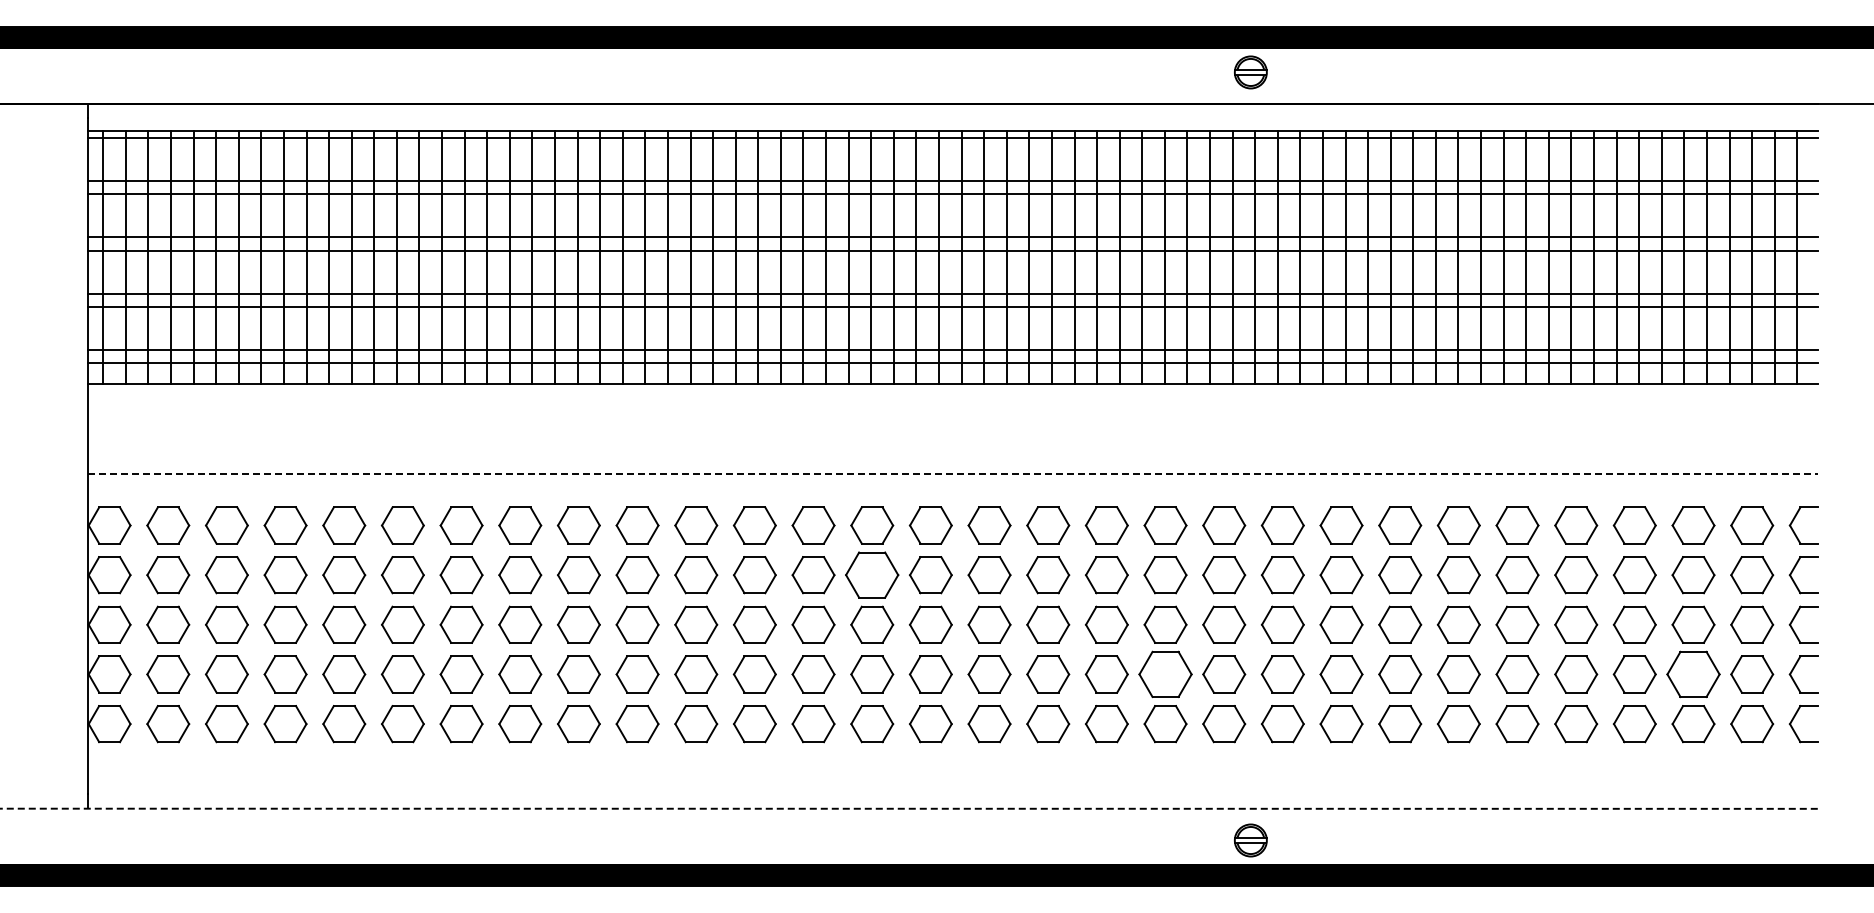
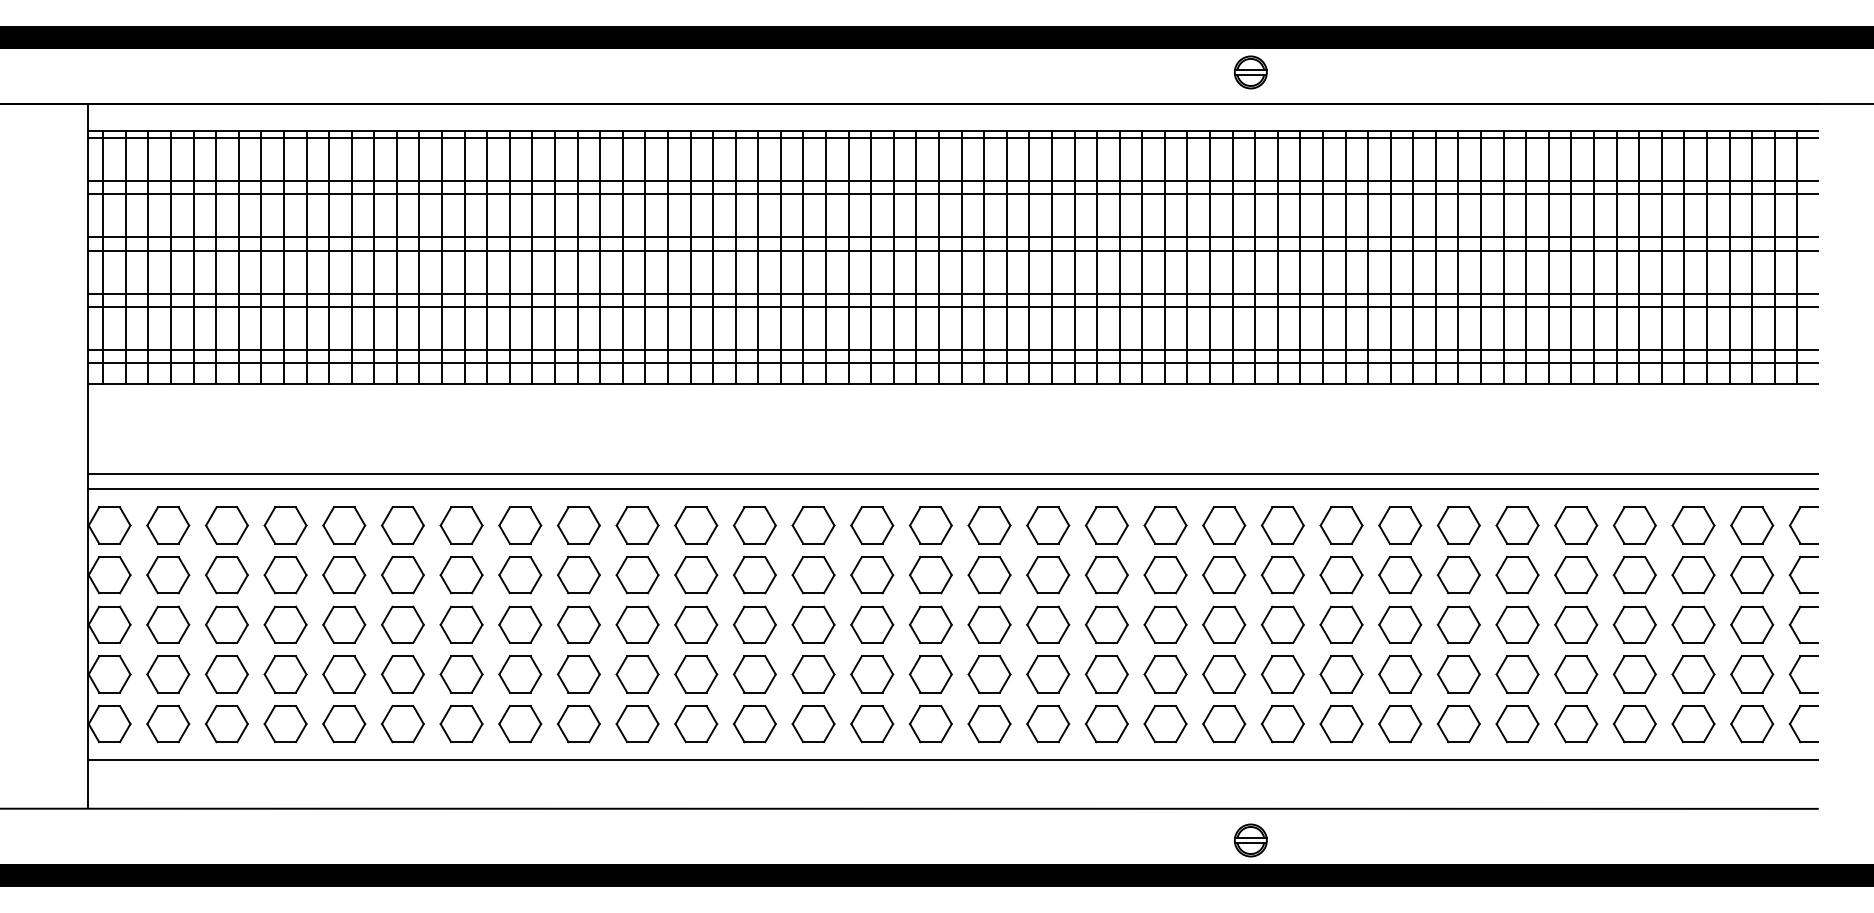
line at (953, 474): dashed -> solid
line at (952, 489): none -> present
part at (872, 574) size: 55x48 px -> 45x39 px
part at (1165, 673) size: 55x48 px -> 45x39 px
part at (1693, 673) size: 55x48 px -> 45x39 px
line at (952, 760): none -> present
line at (908, 808): dashed -> solid
